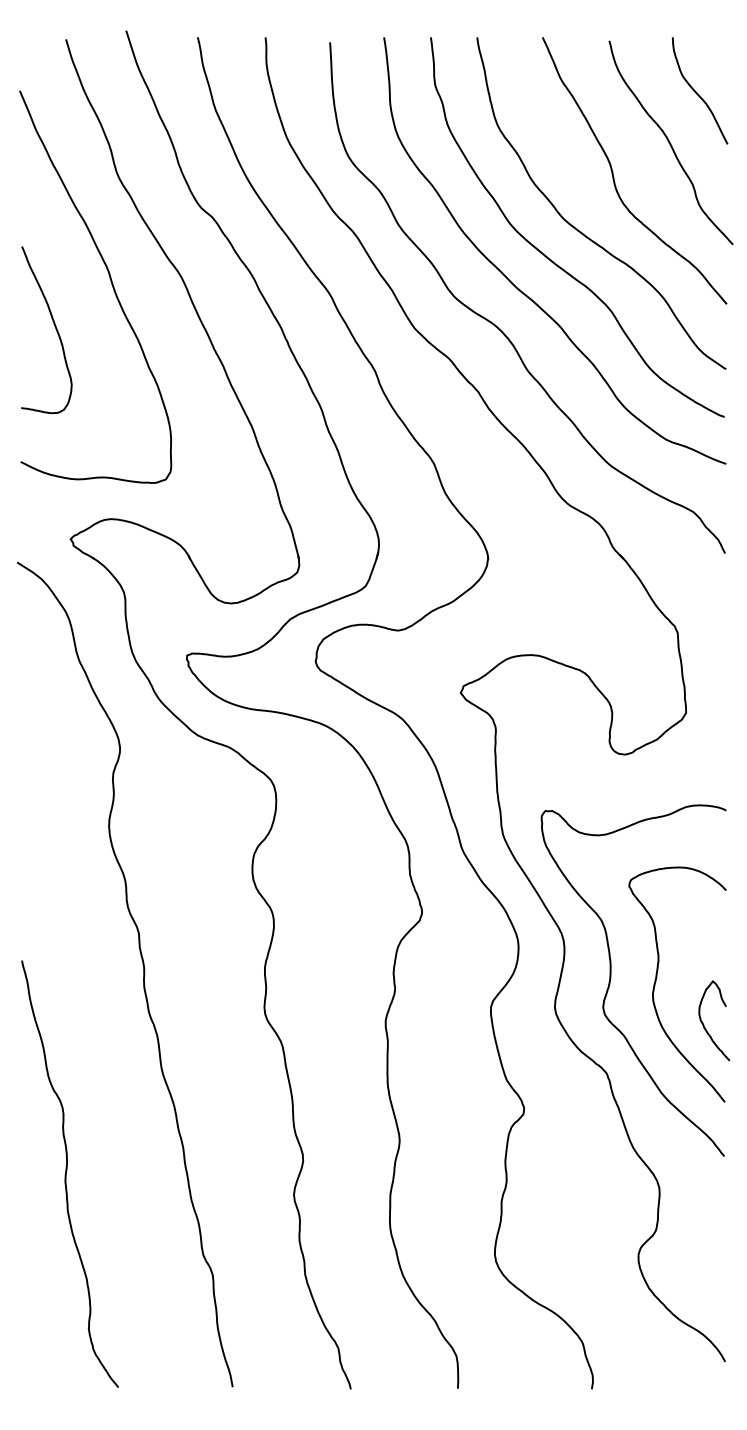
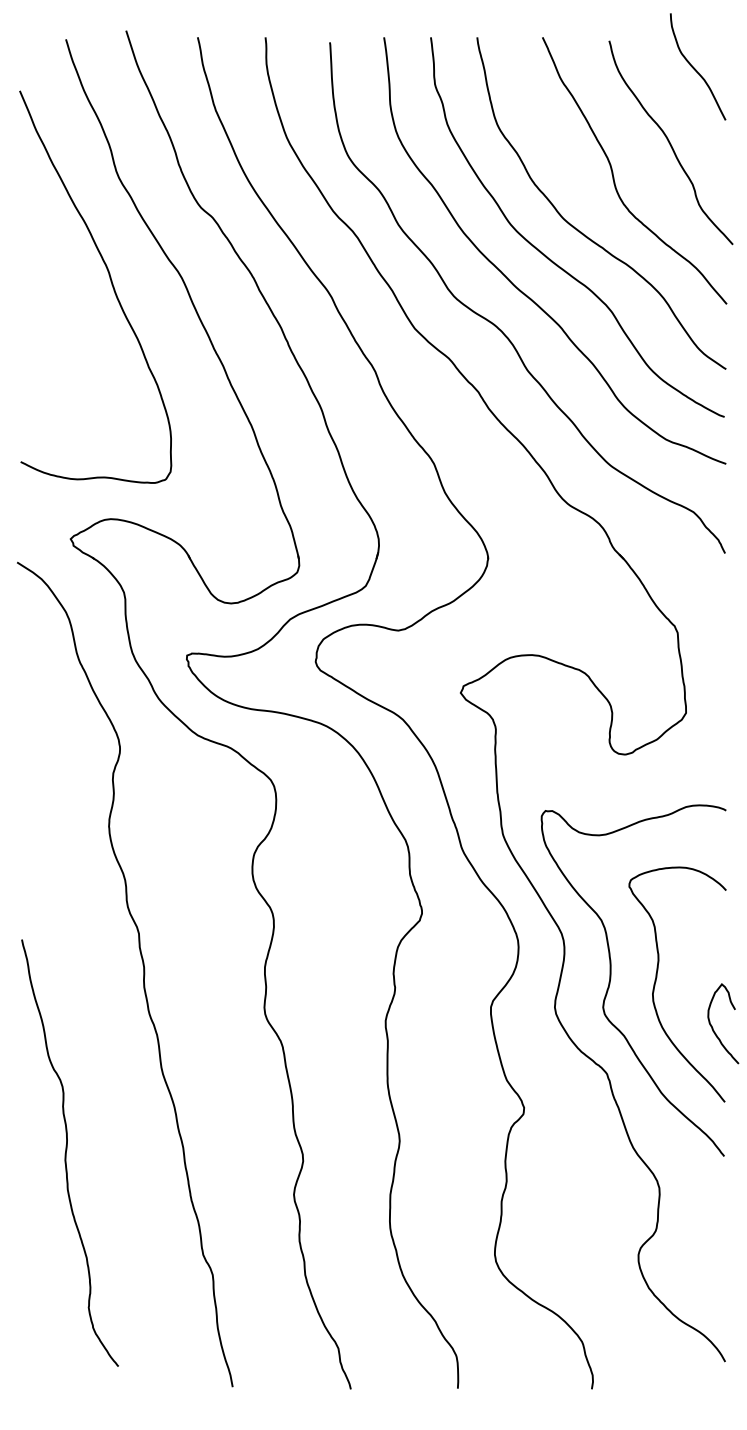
curve at (697, 92) position: (697, 92) -> (695, 68)
curve at (54, 326): present -> none
curve at (704, 1024) position: (704, 1024) -> (713, 1027)
curve at (67, 1171) position: (67, 1171) -> (67, 1150)
